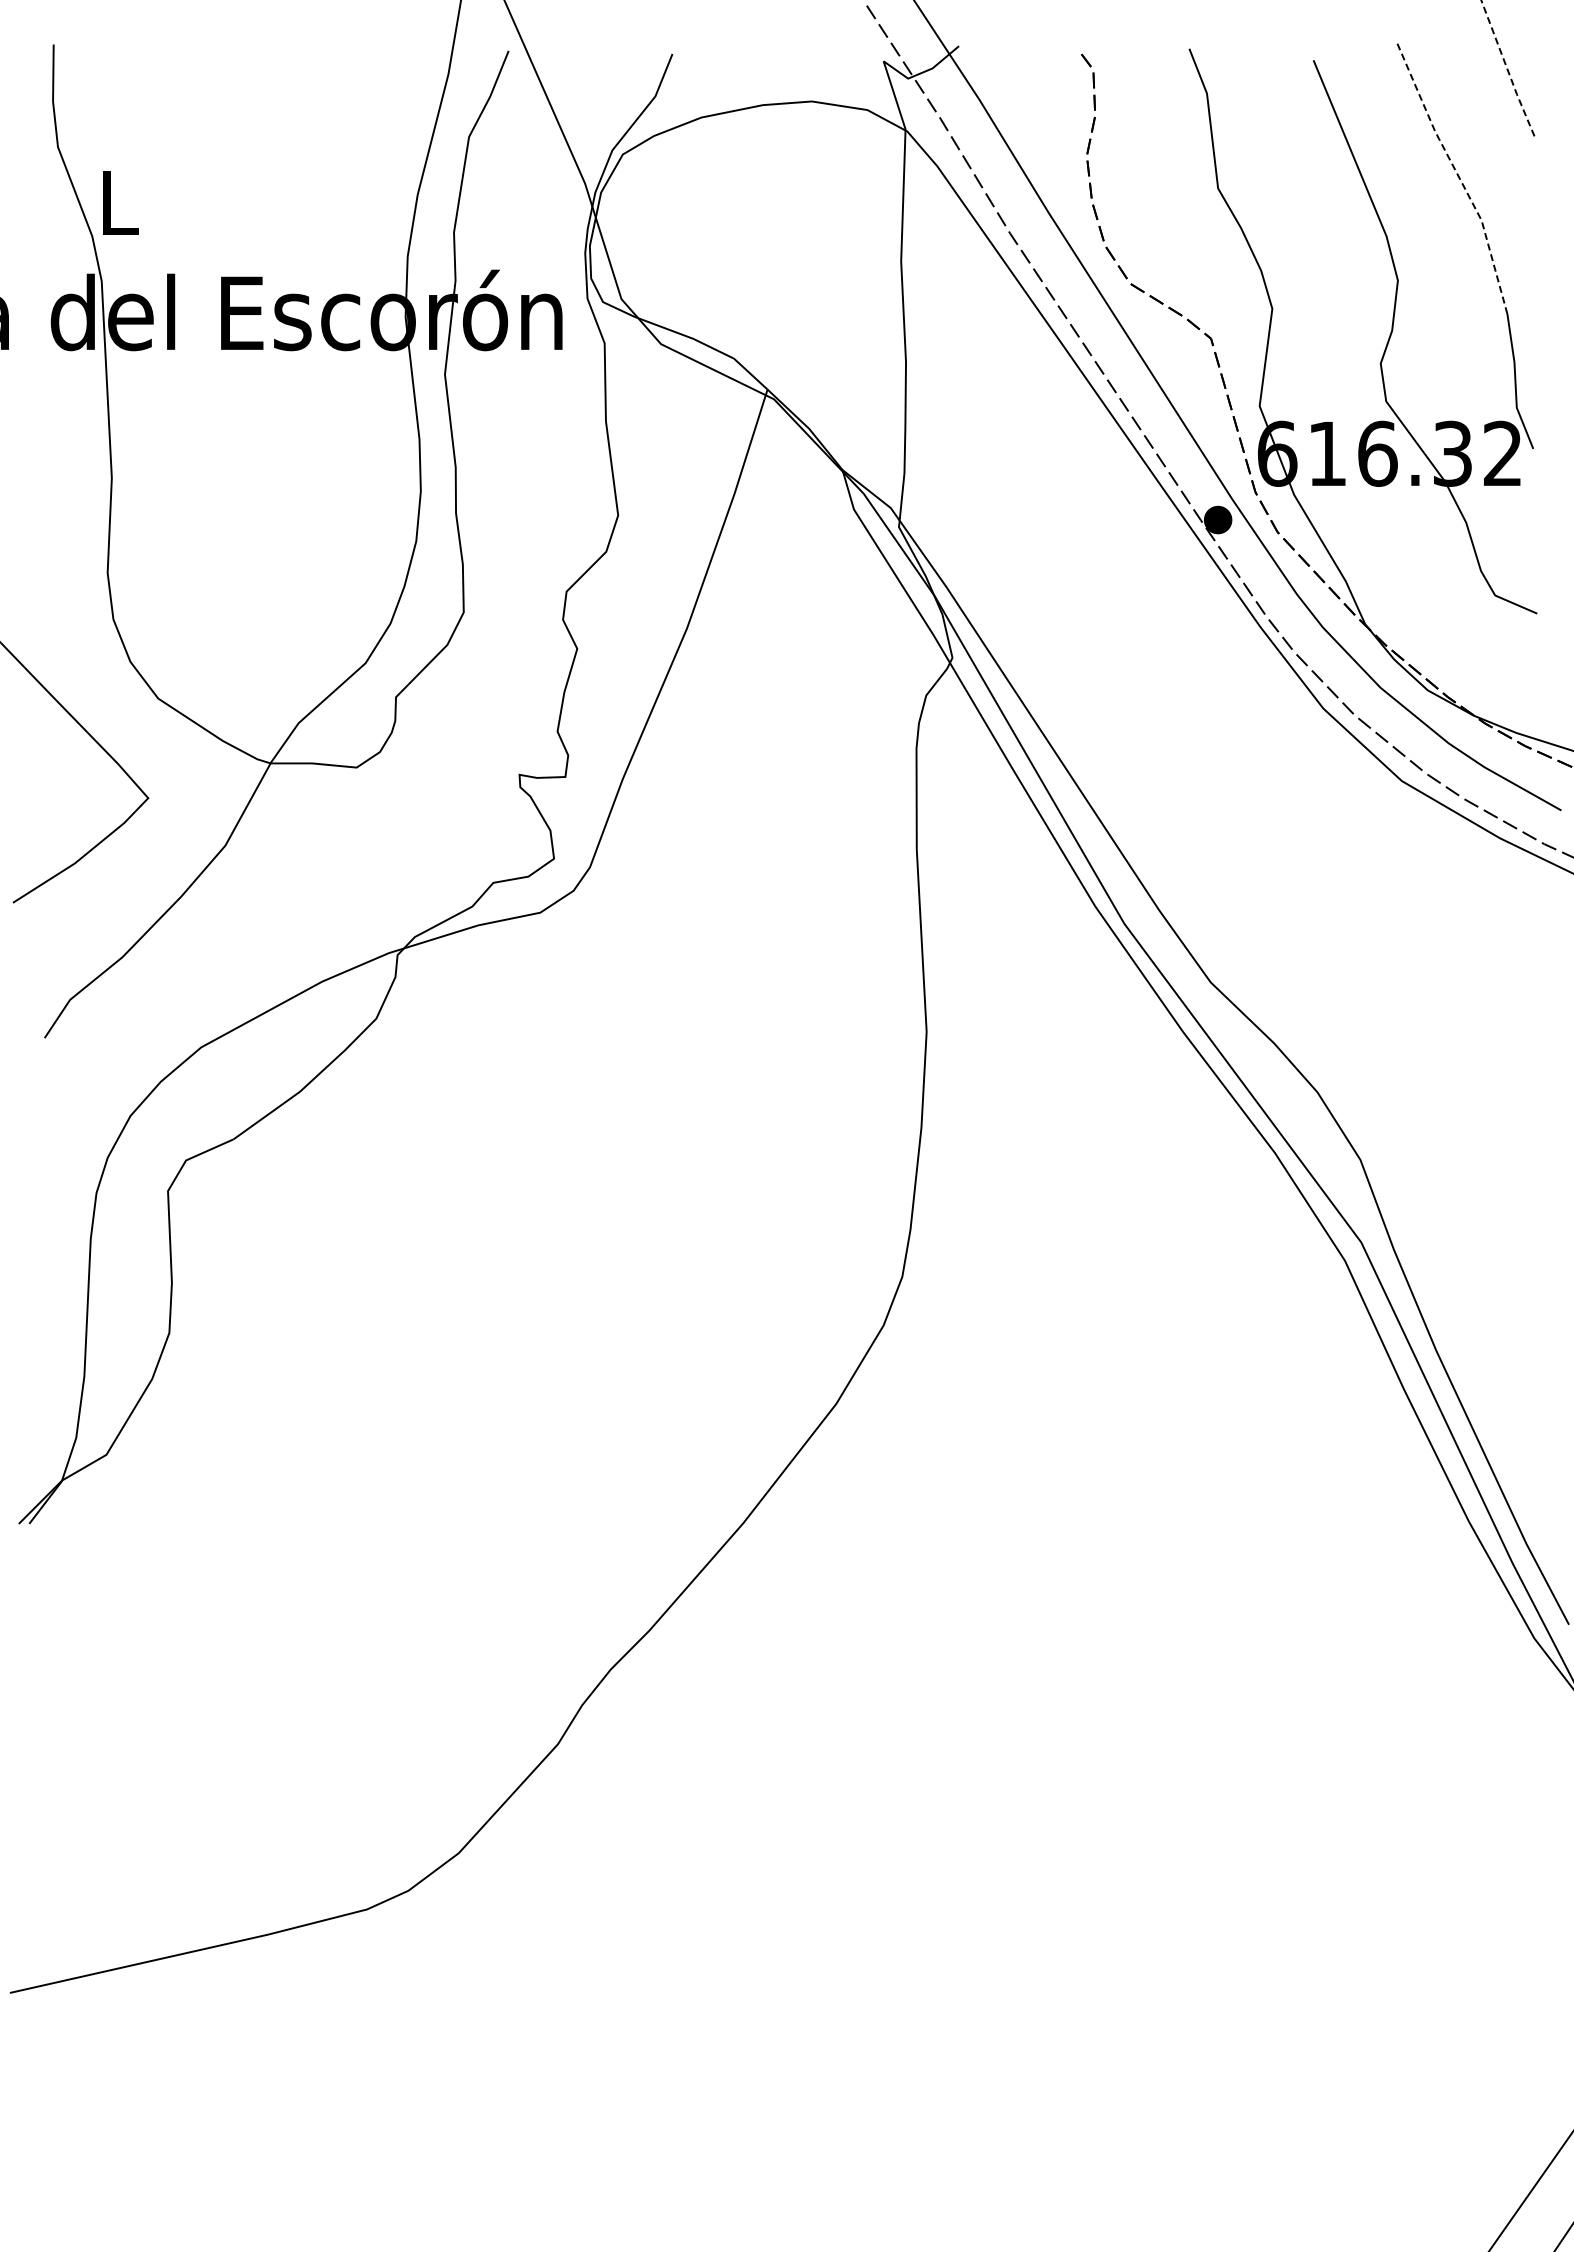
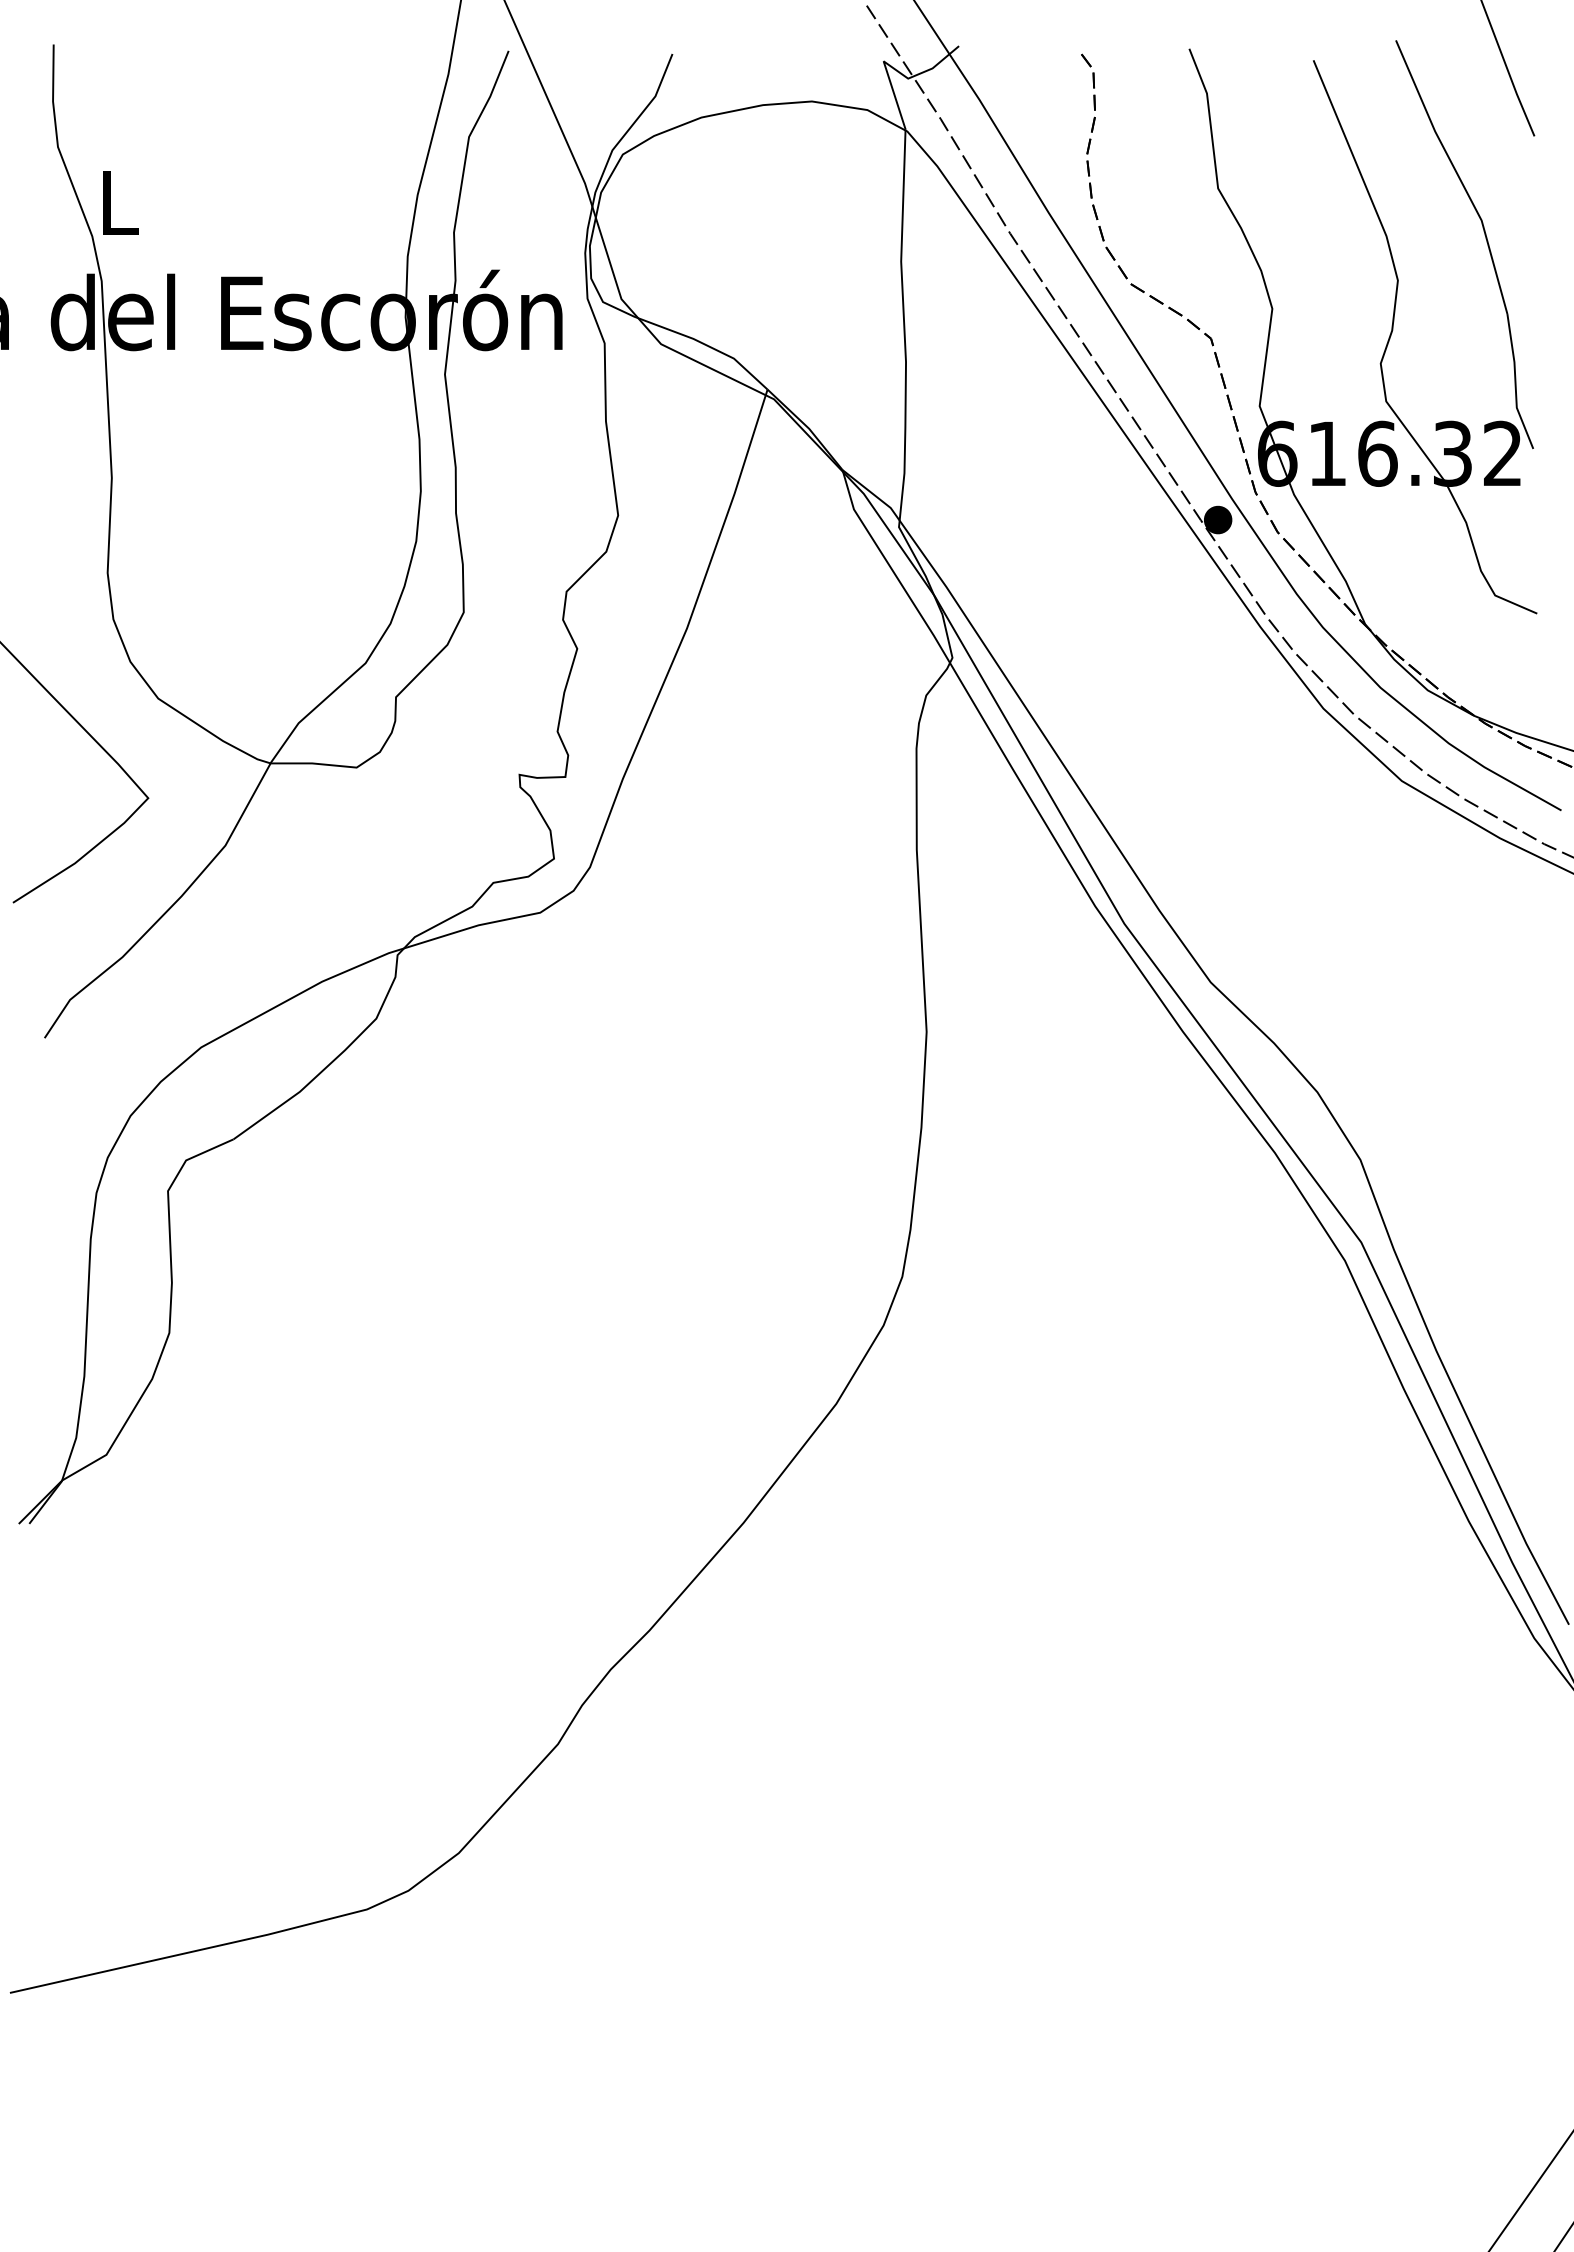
line at (1507, 69): dashed -> solid
line at (1457, 174): dashed -> solid
